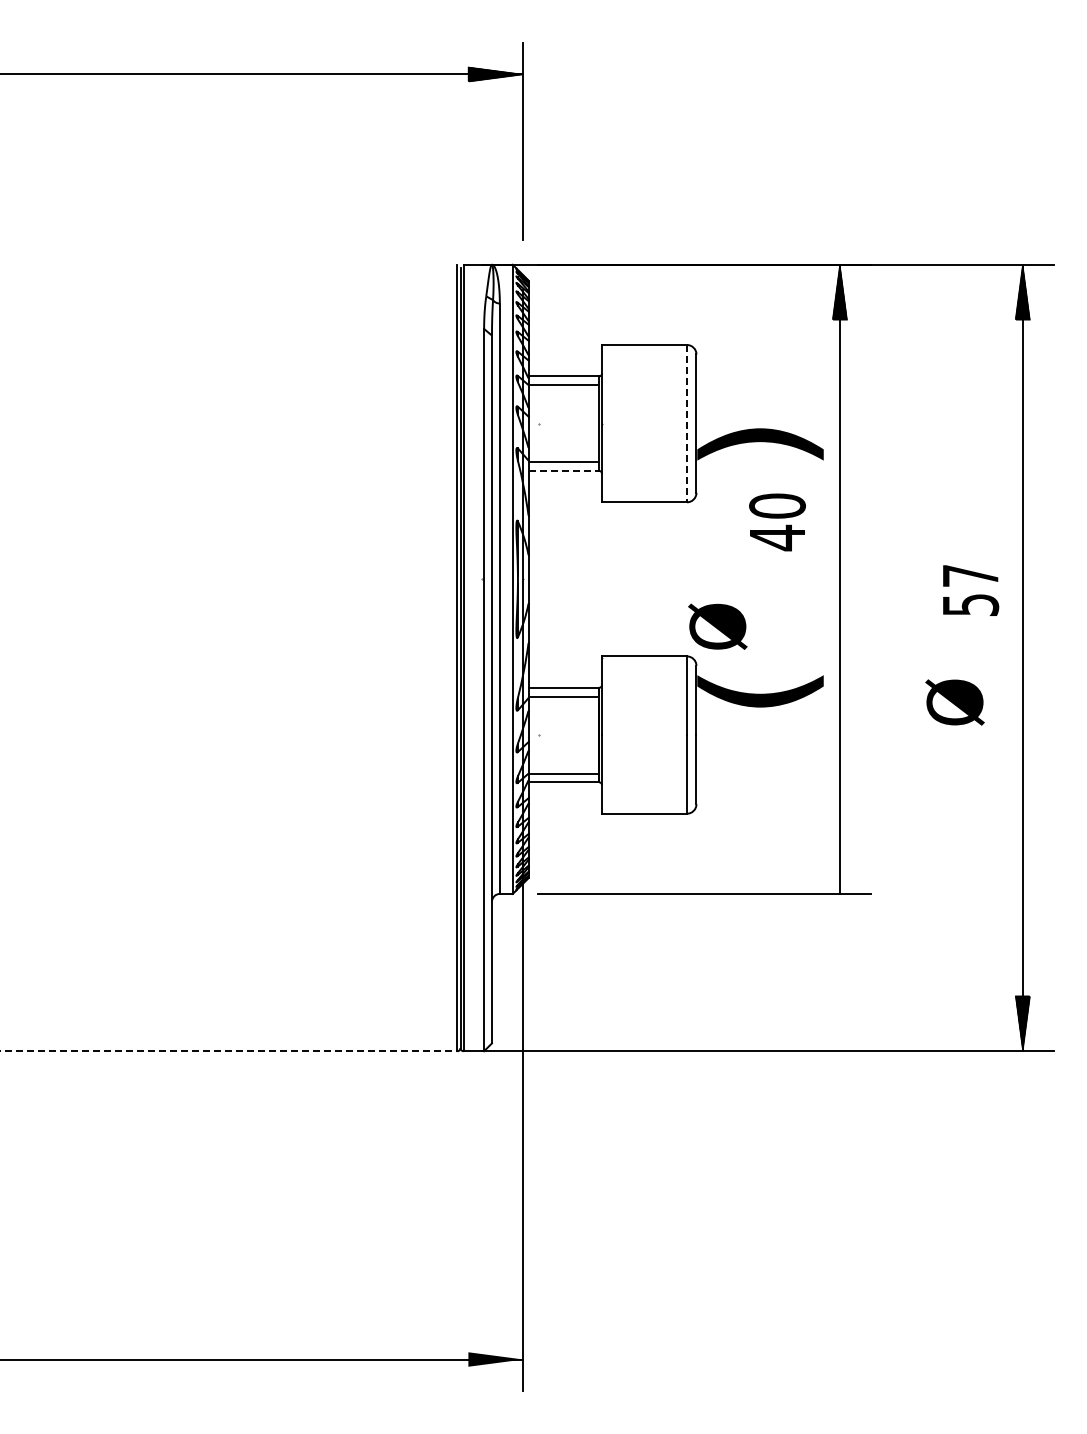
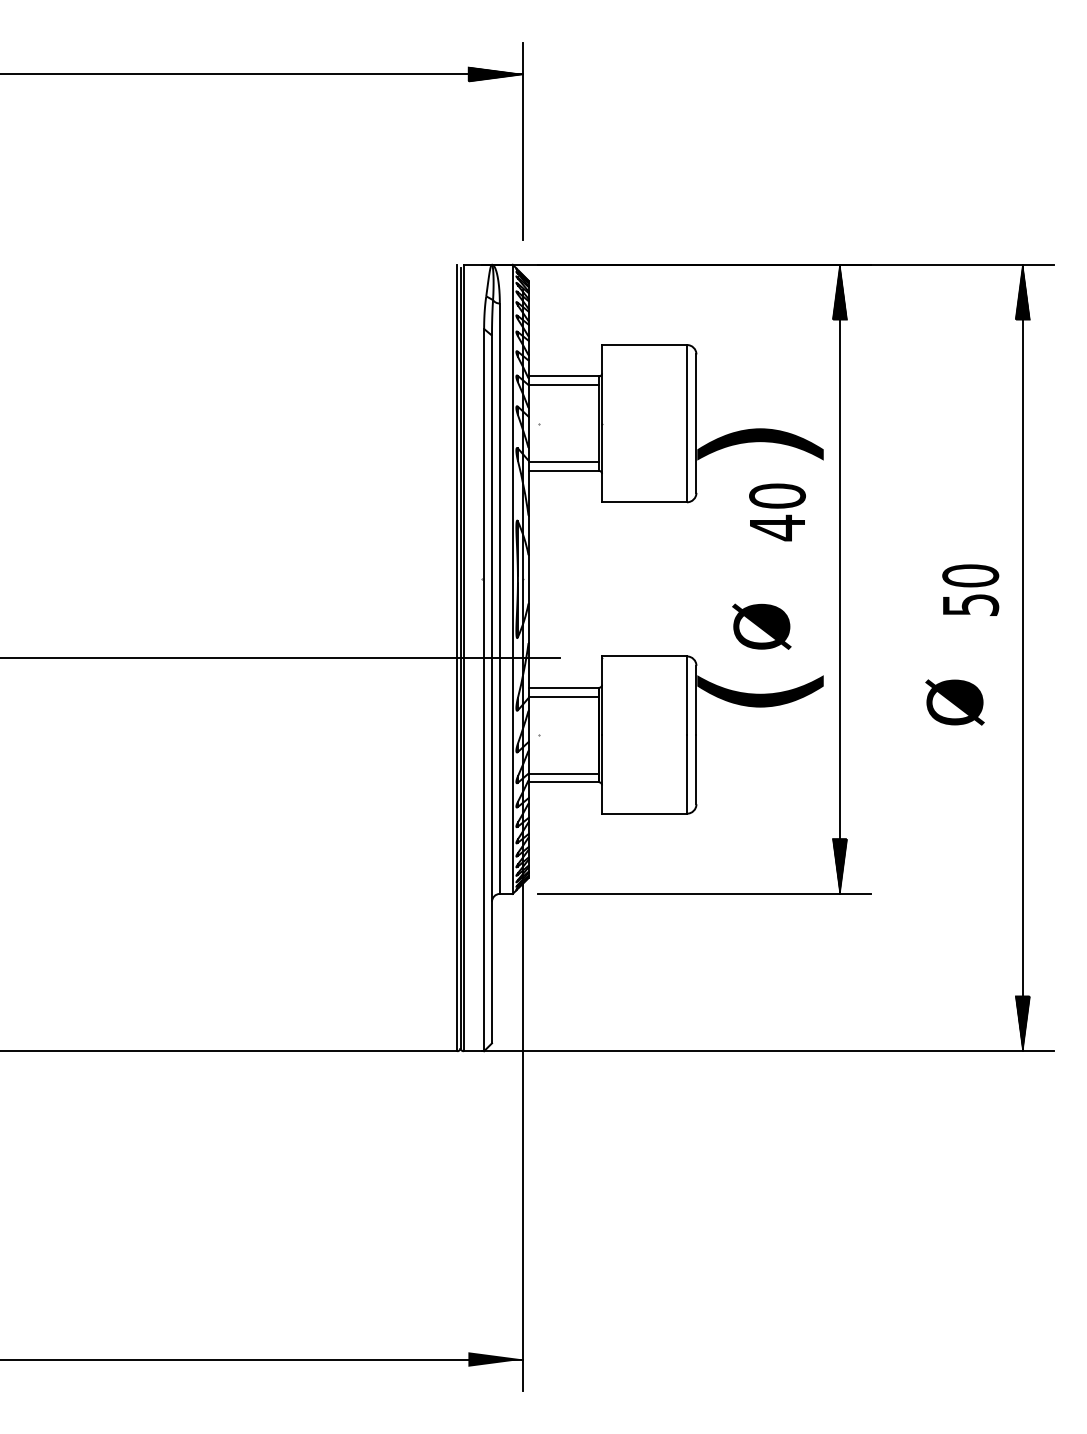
line at (687, 423): dashed -> solid
line at (564, 470): dashed -> solid
text at (777, 522) position: (777, 522) -> (777, 512)
text at (970, 575): 57 -> 50
text at (717, 626) position: (717, 626) -> (761, 626)
line at (280, 658): none -> present
hatch at (839, 865): none -> present
line at (228, 1051): dashed -> solid
